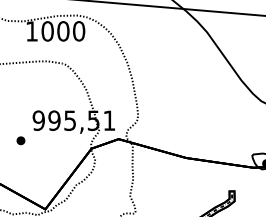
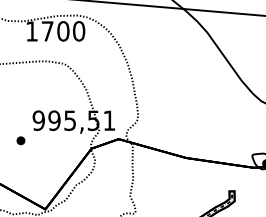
text at (47, 31): 1000 -> 1700
